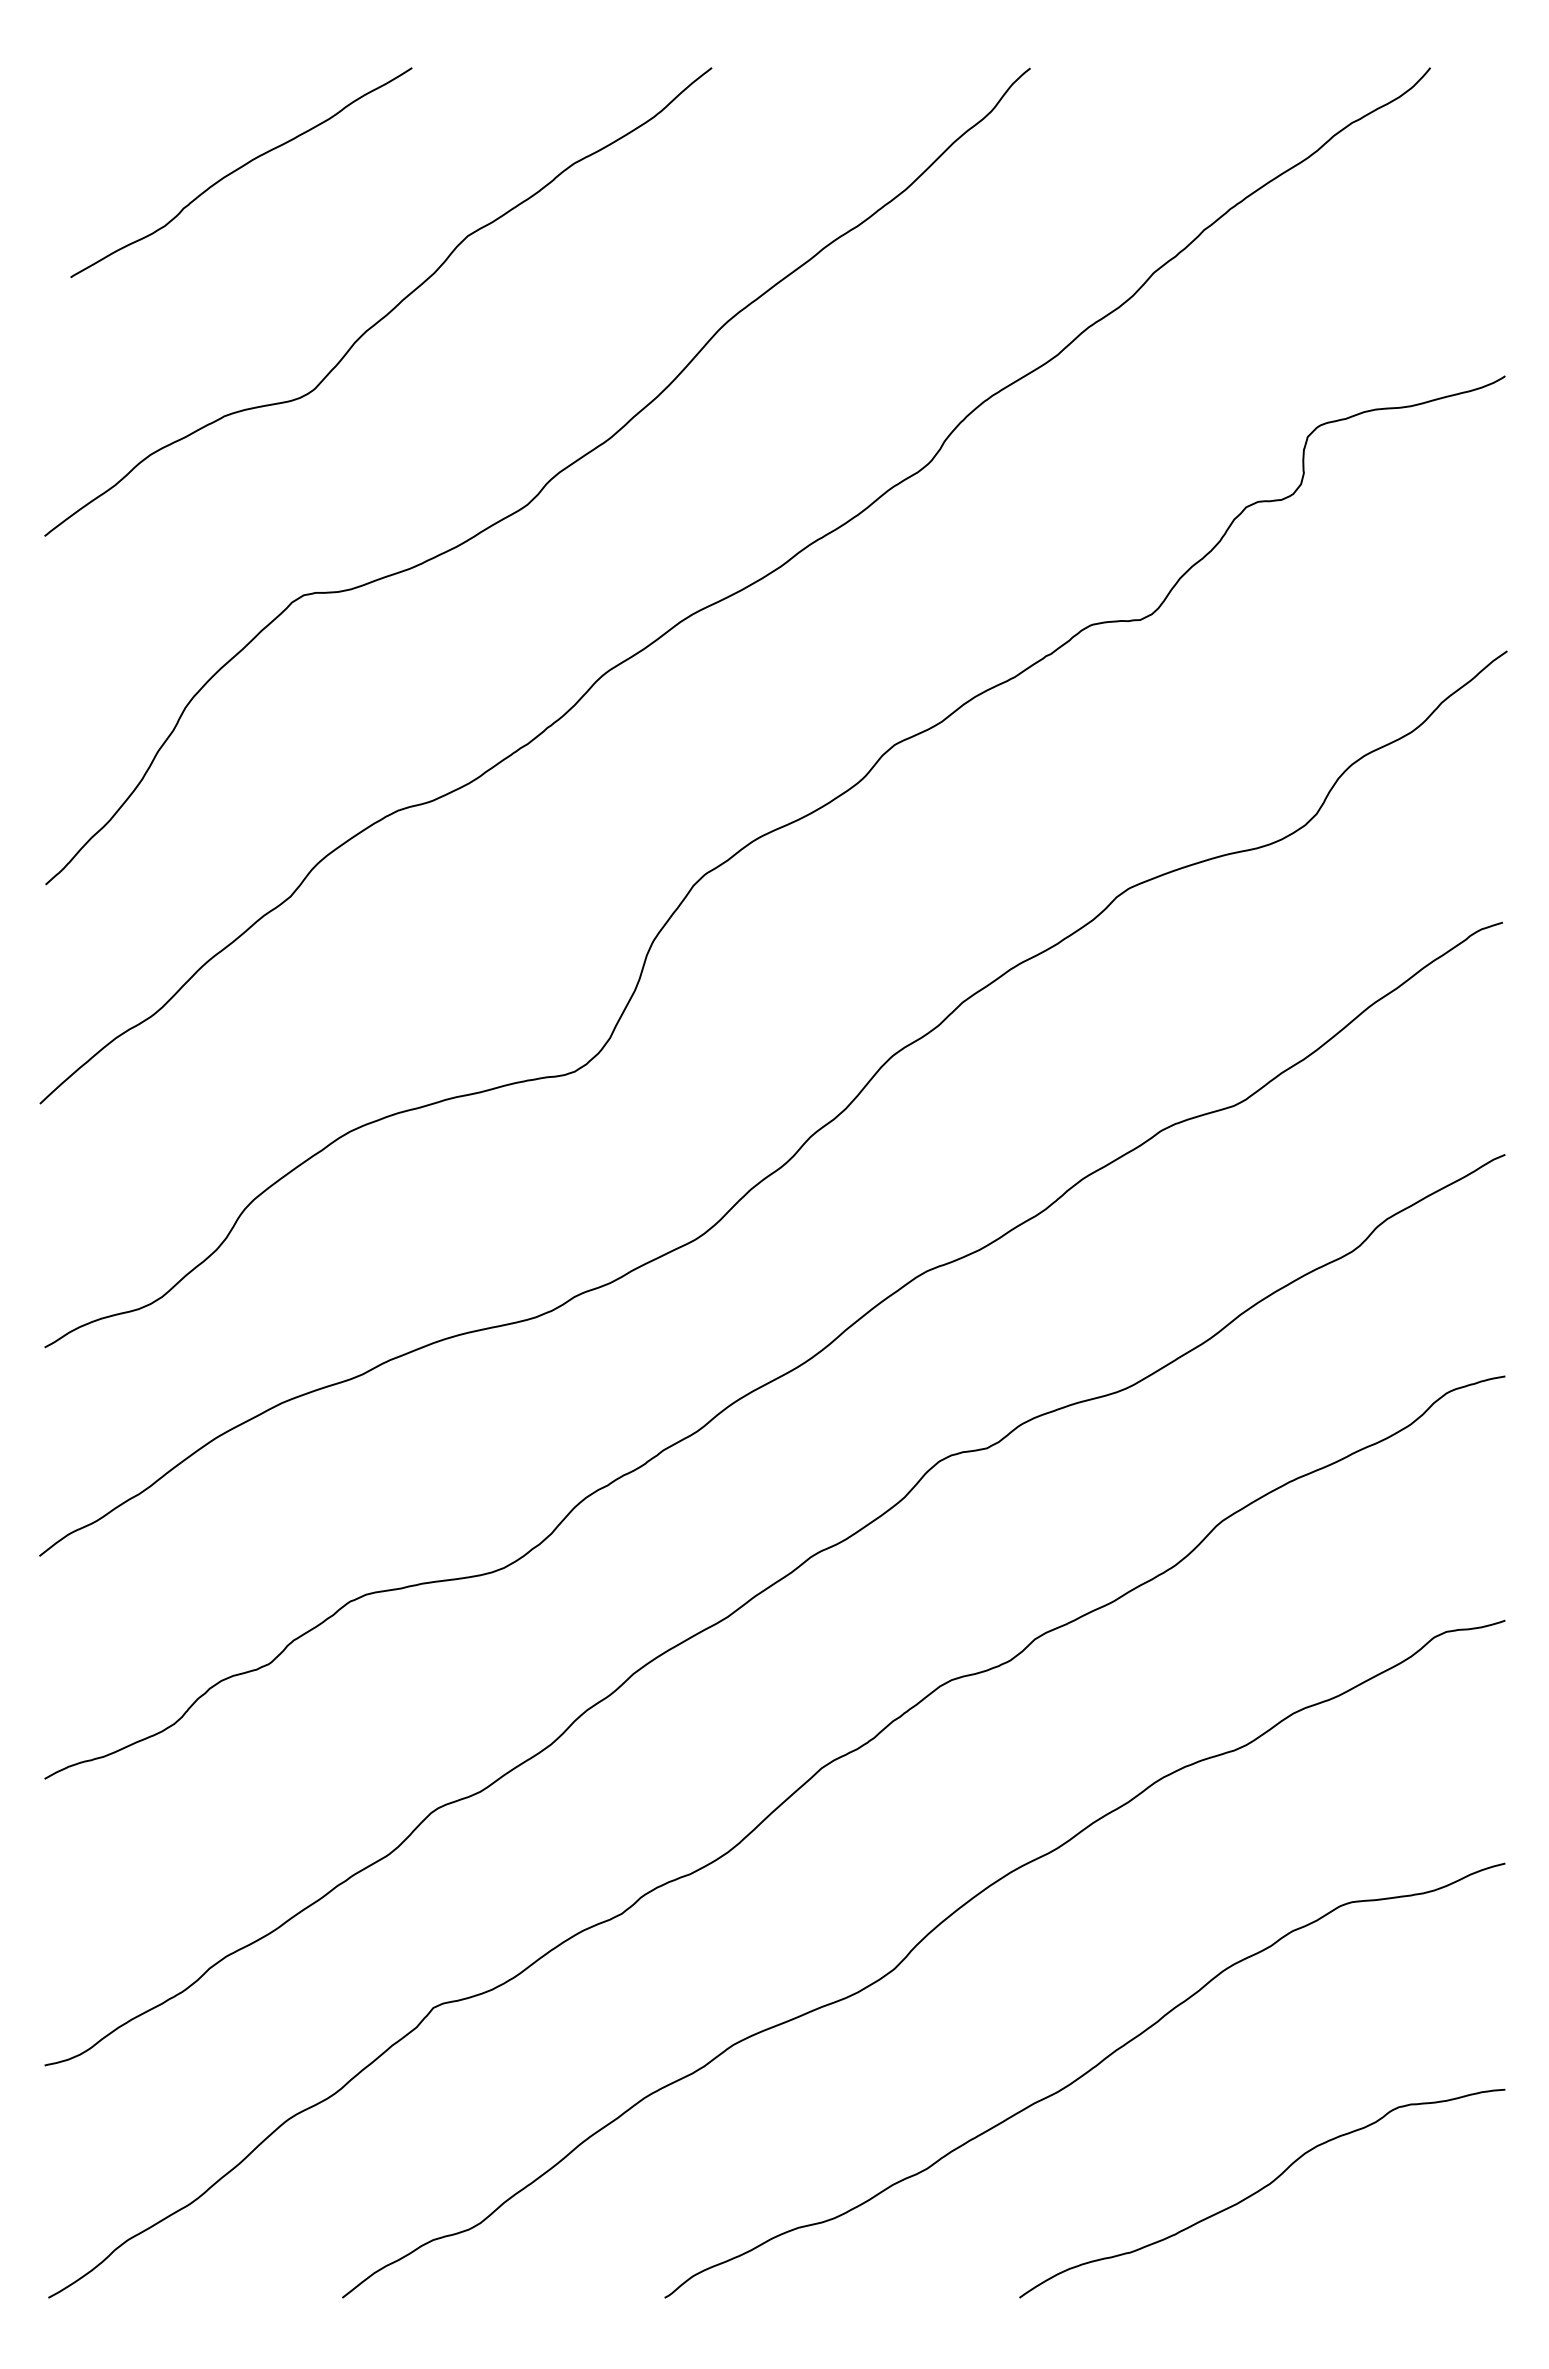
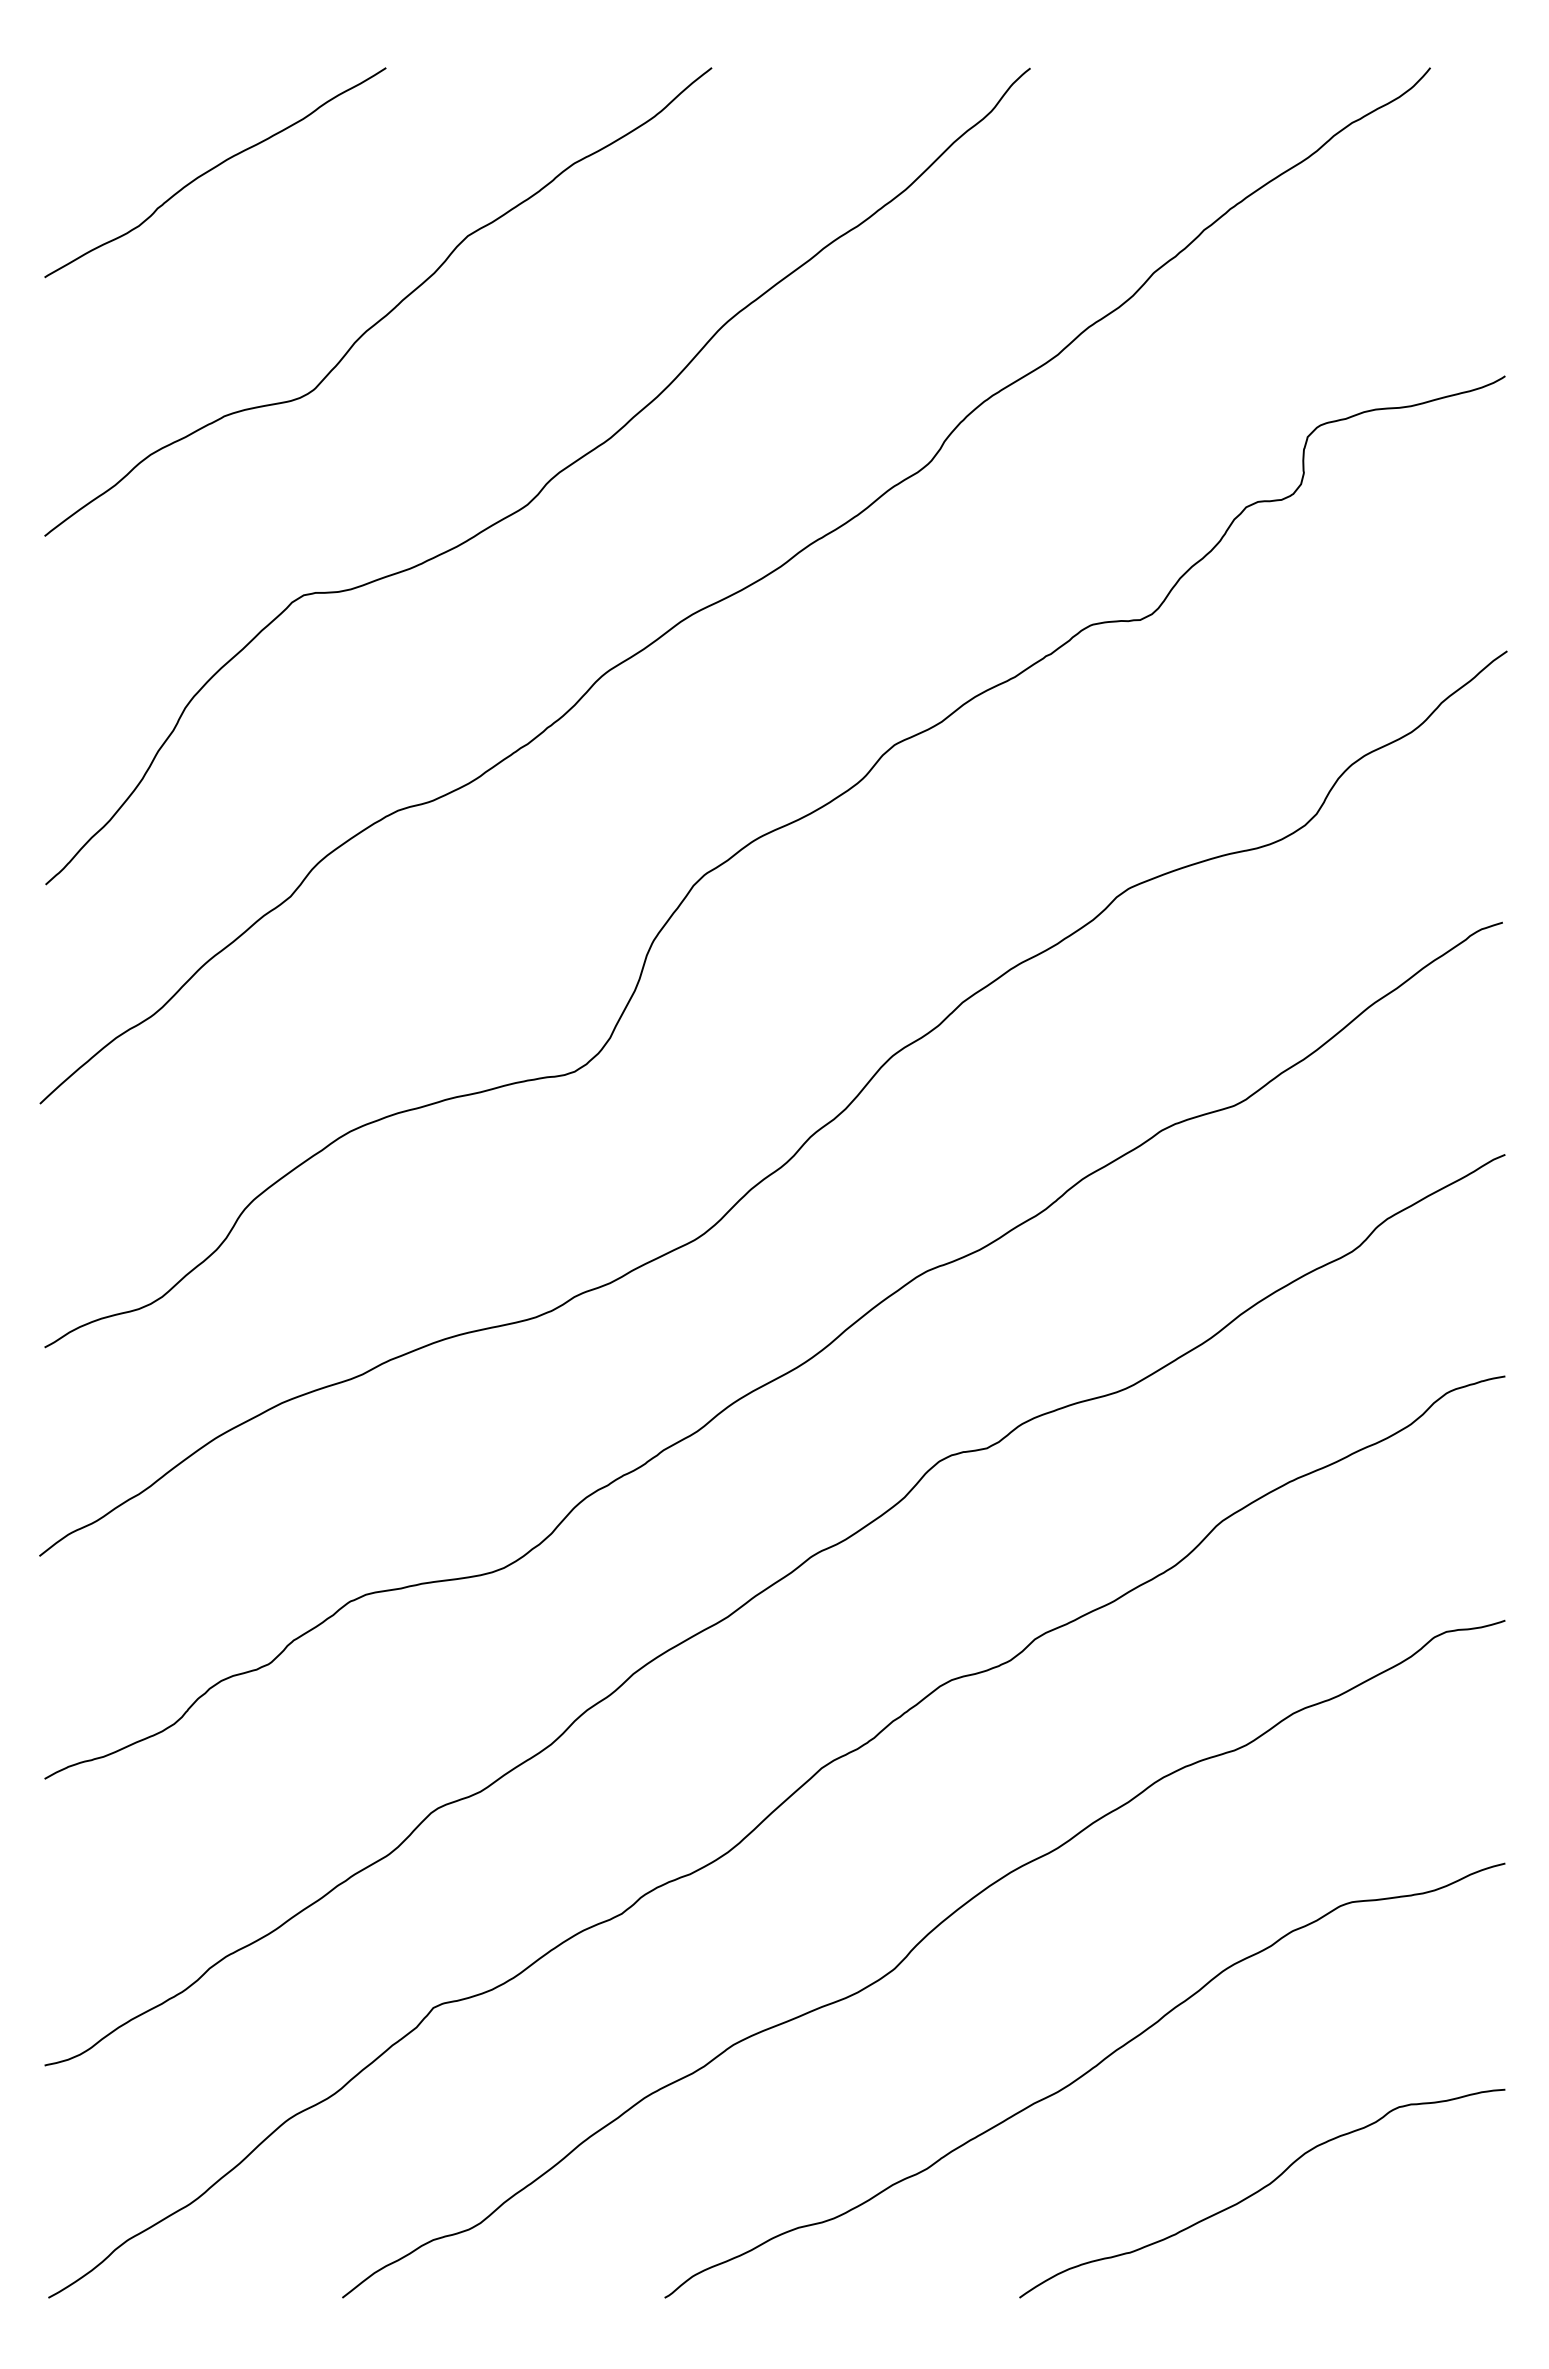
curve at (239, 169) position: (239, 169) -> (213, 169)
